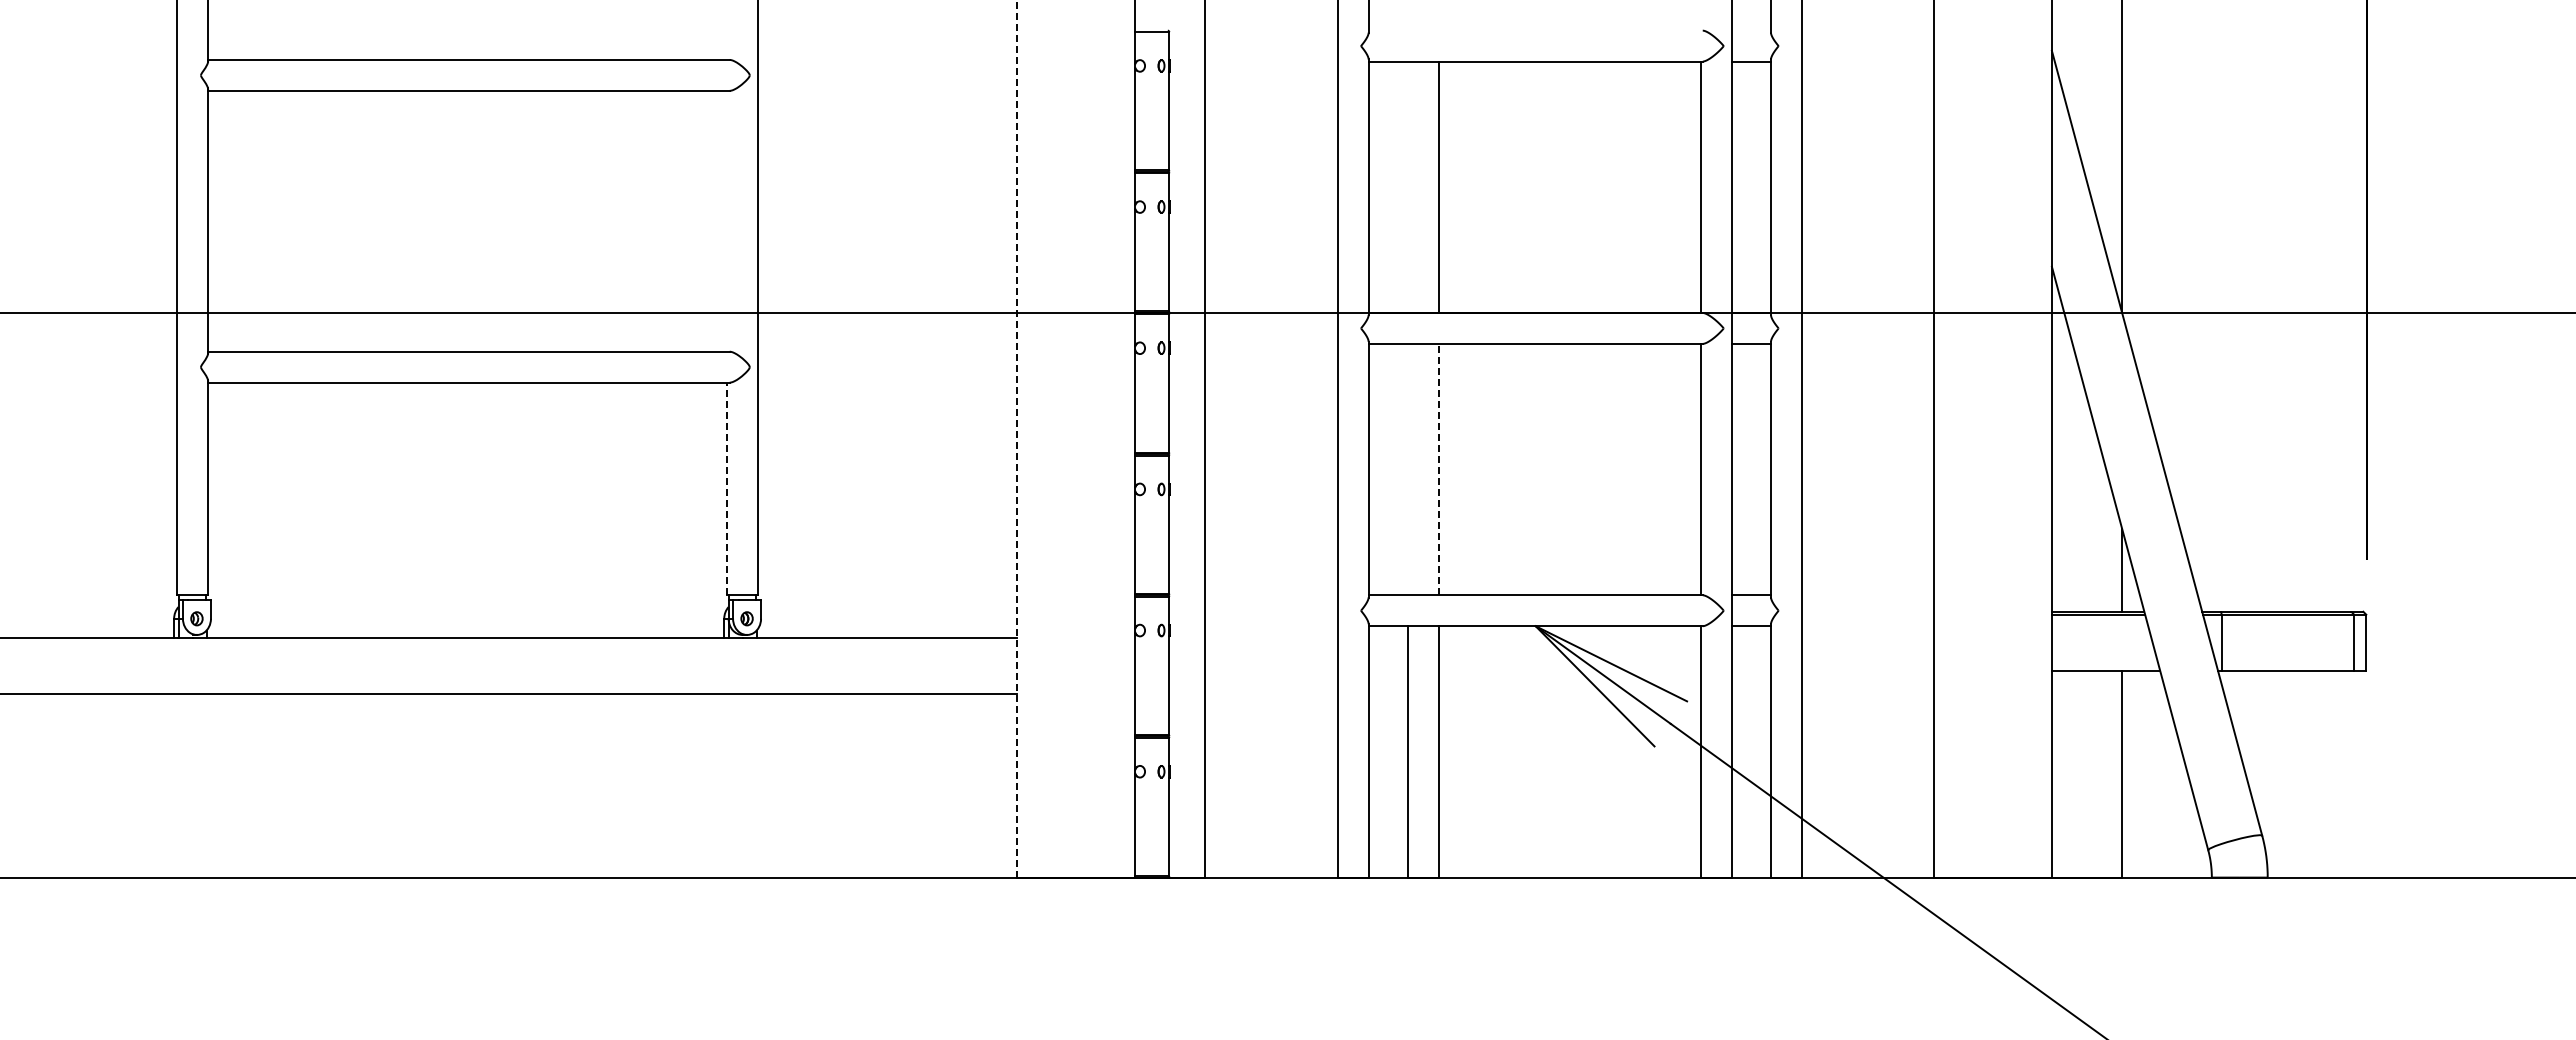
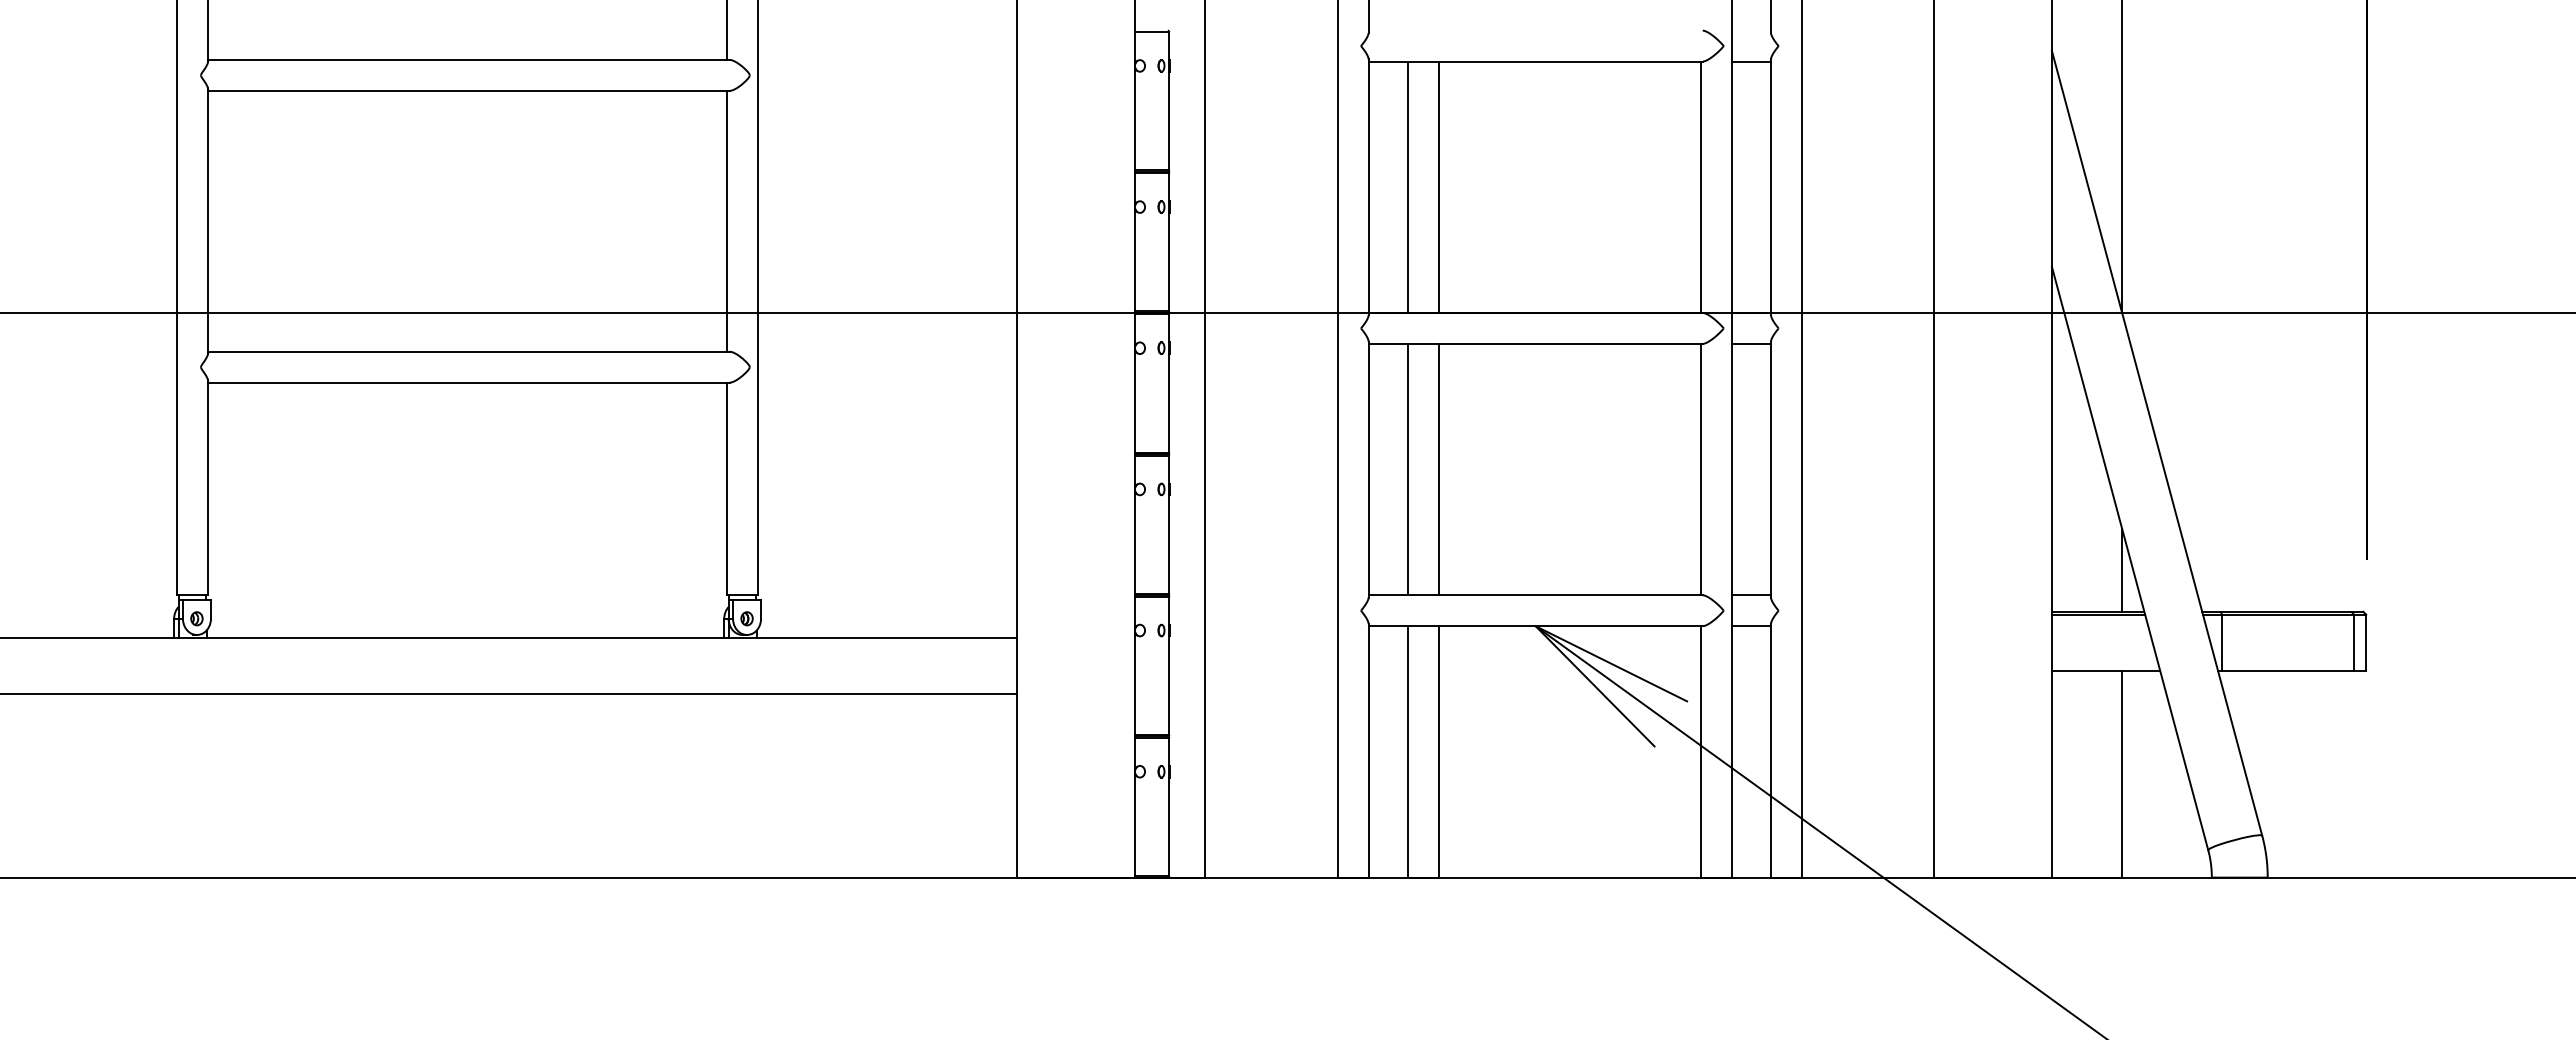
line at (727, 30): none -> present
line at (1408, 186): none -> present
line at (727, 220): none -> present
line at (1017, 438): dashed -> solid
line at (1408, 469): none -> present
line at (1438, 469): dashed -> solid
line at (727, 488): dashed -> solid
